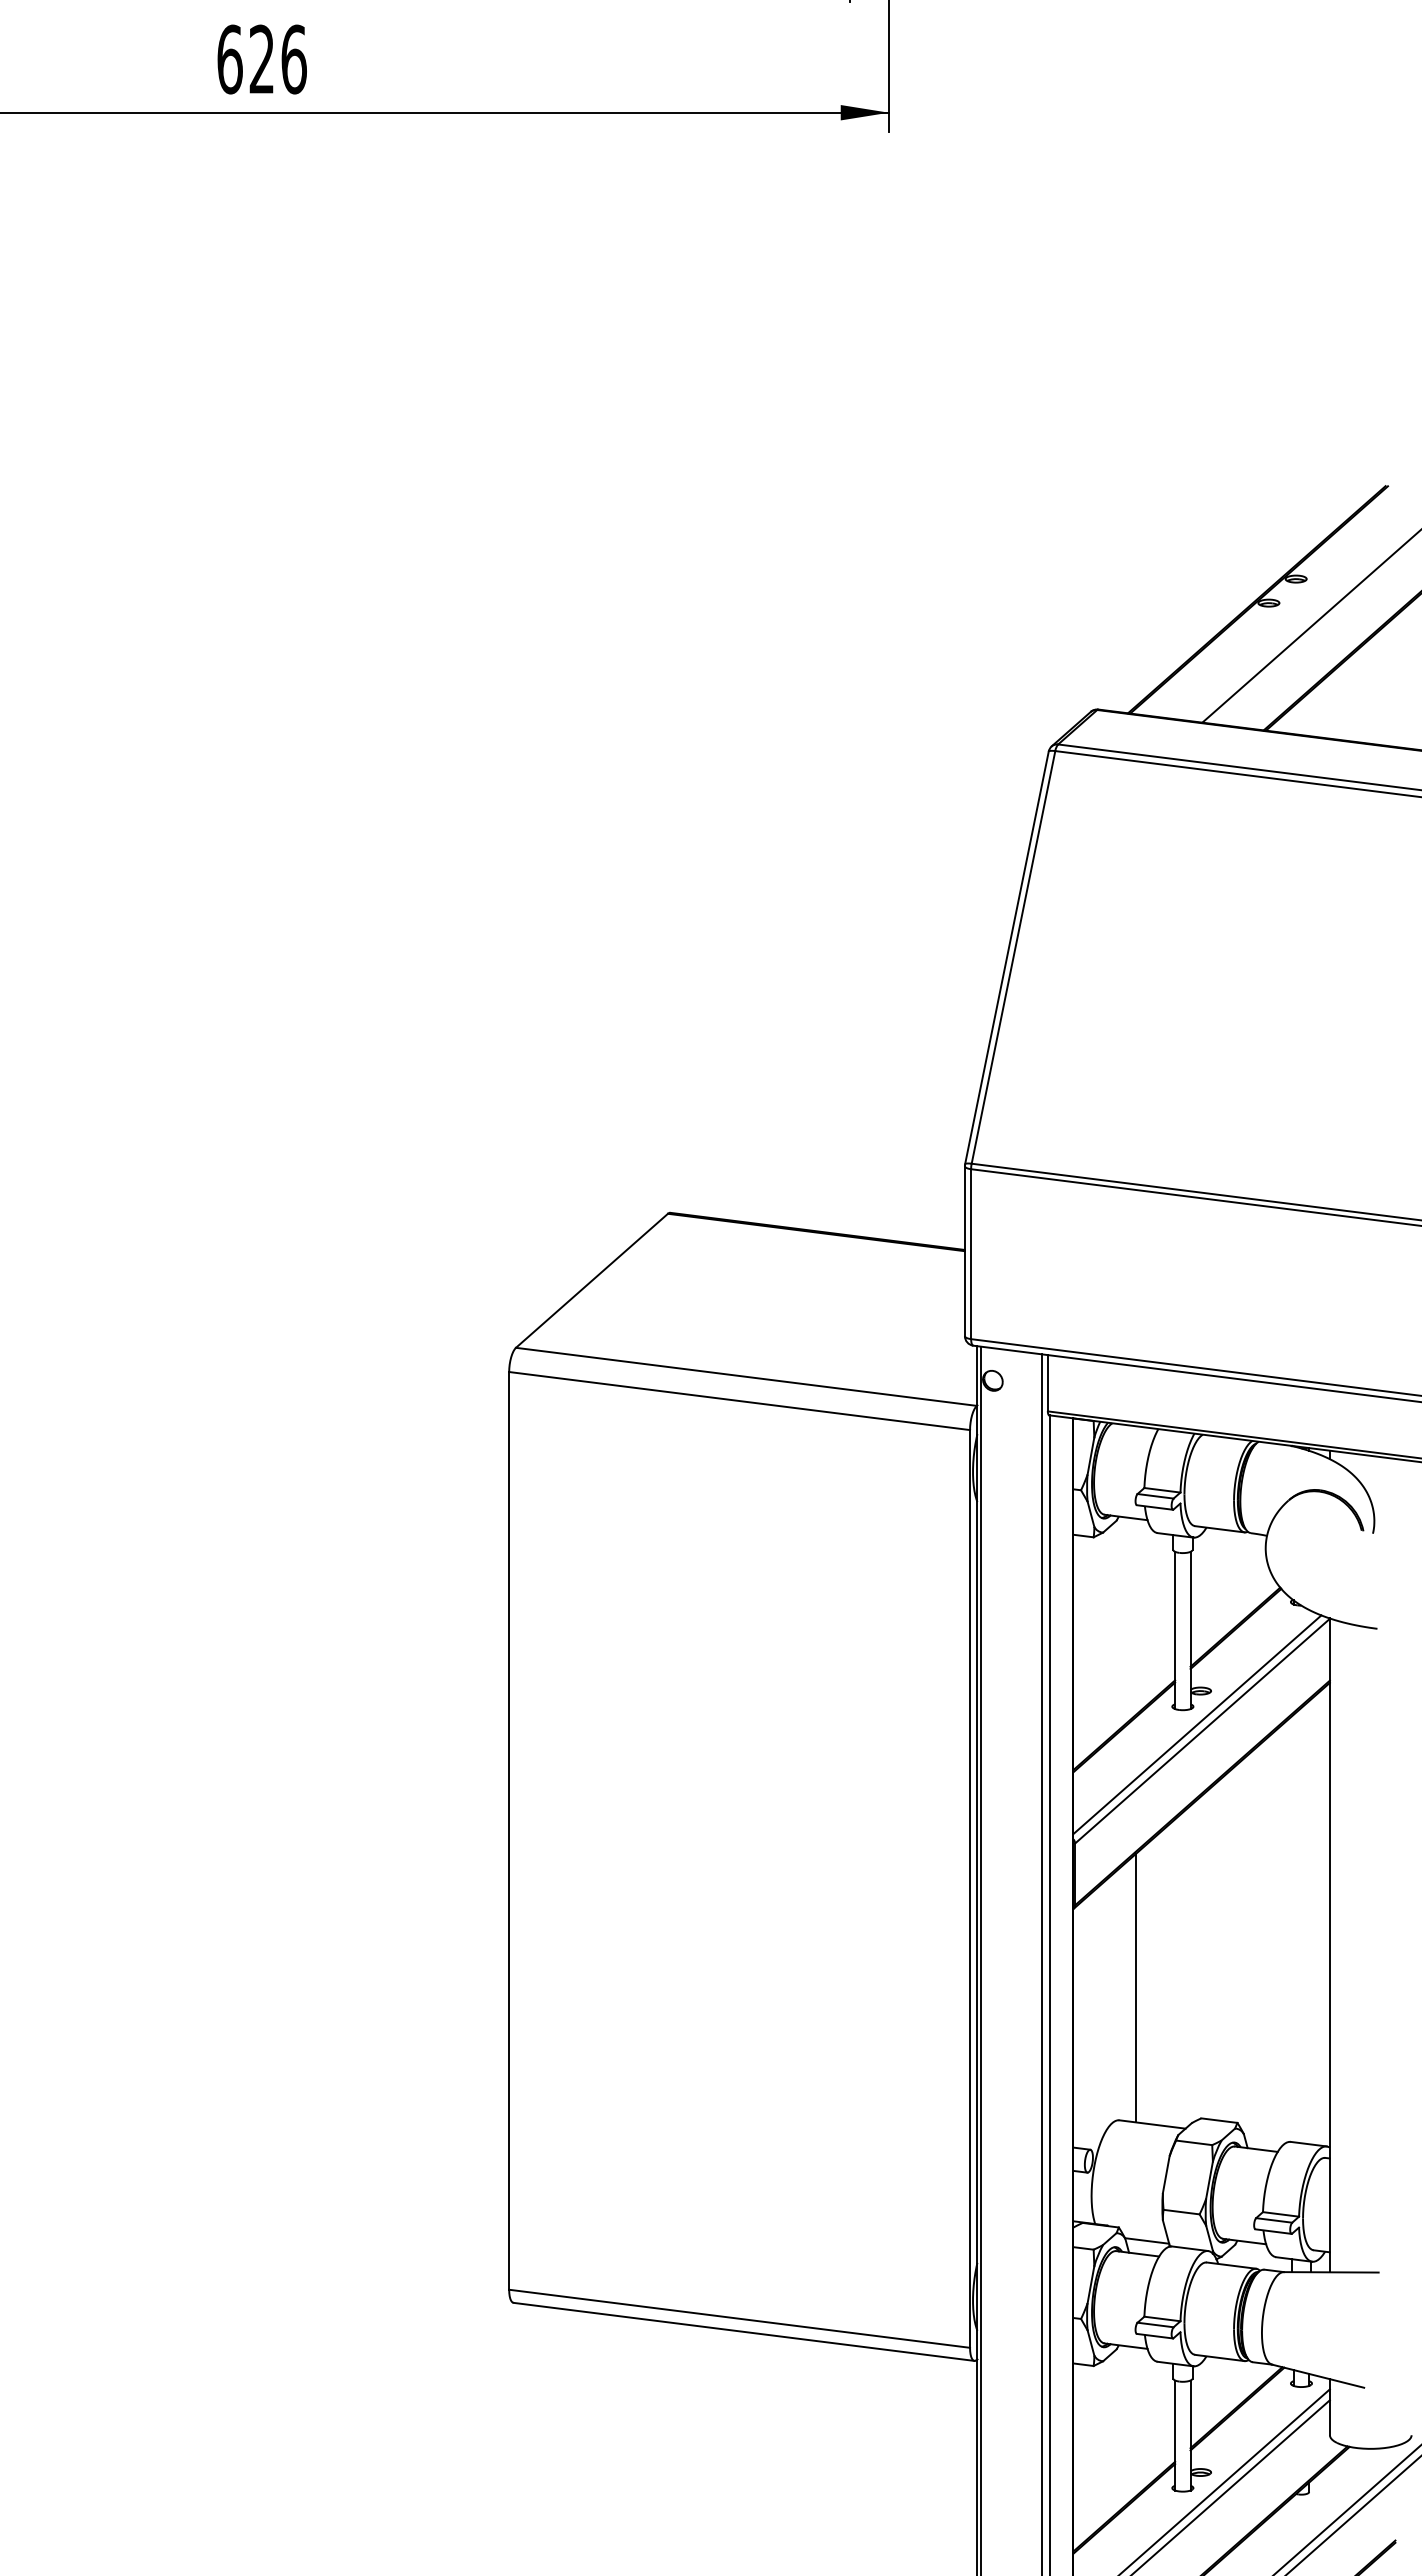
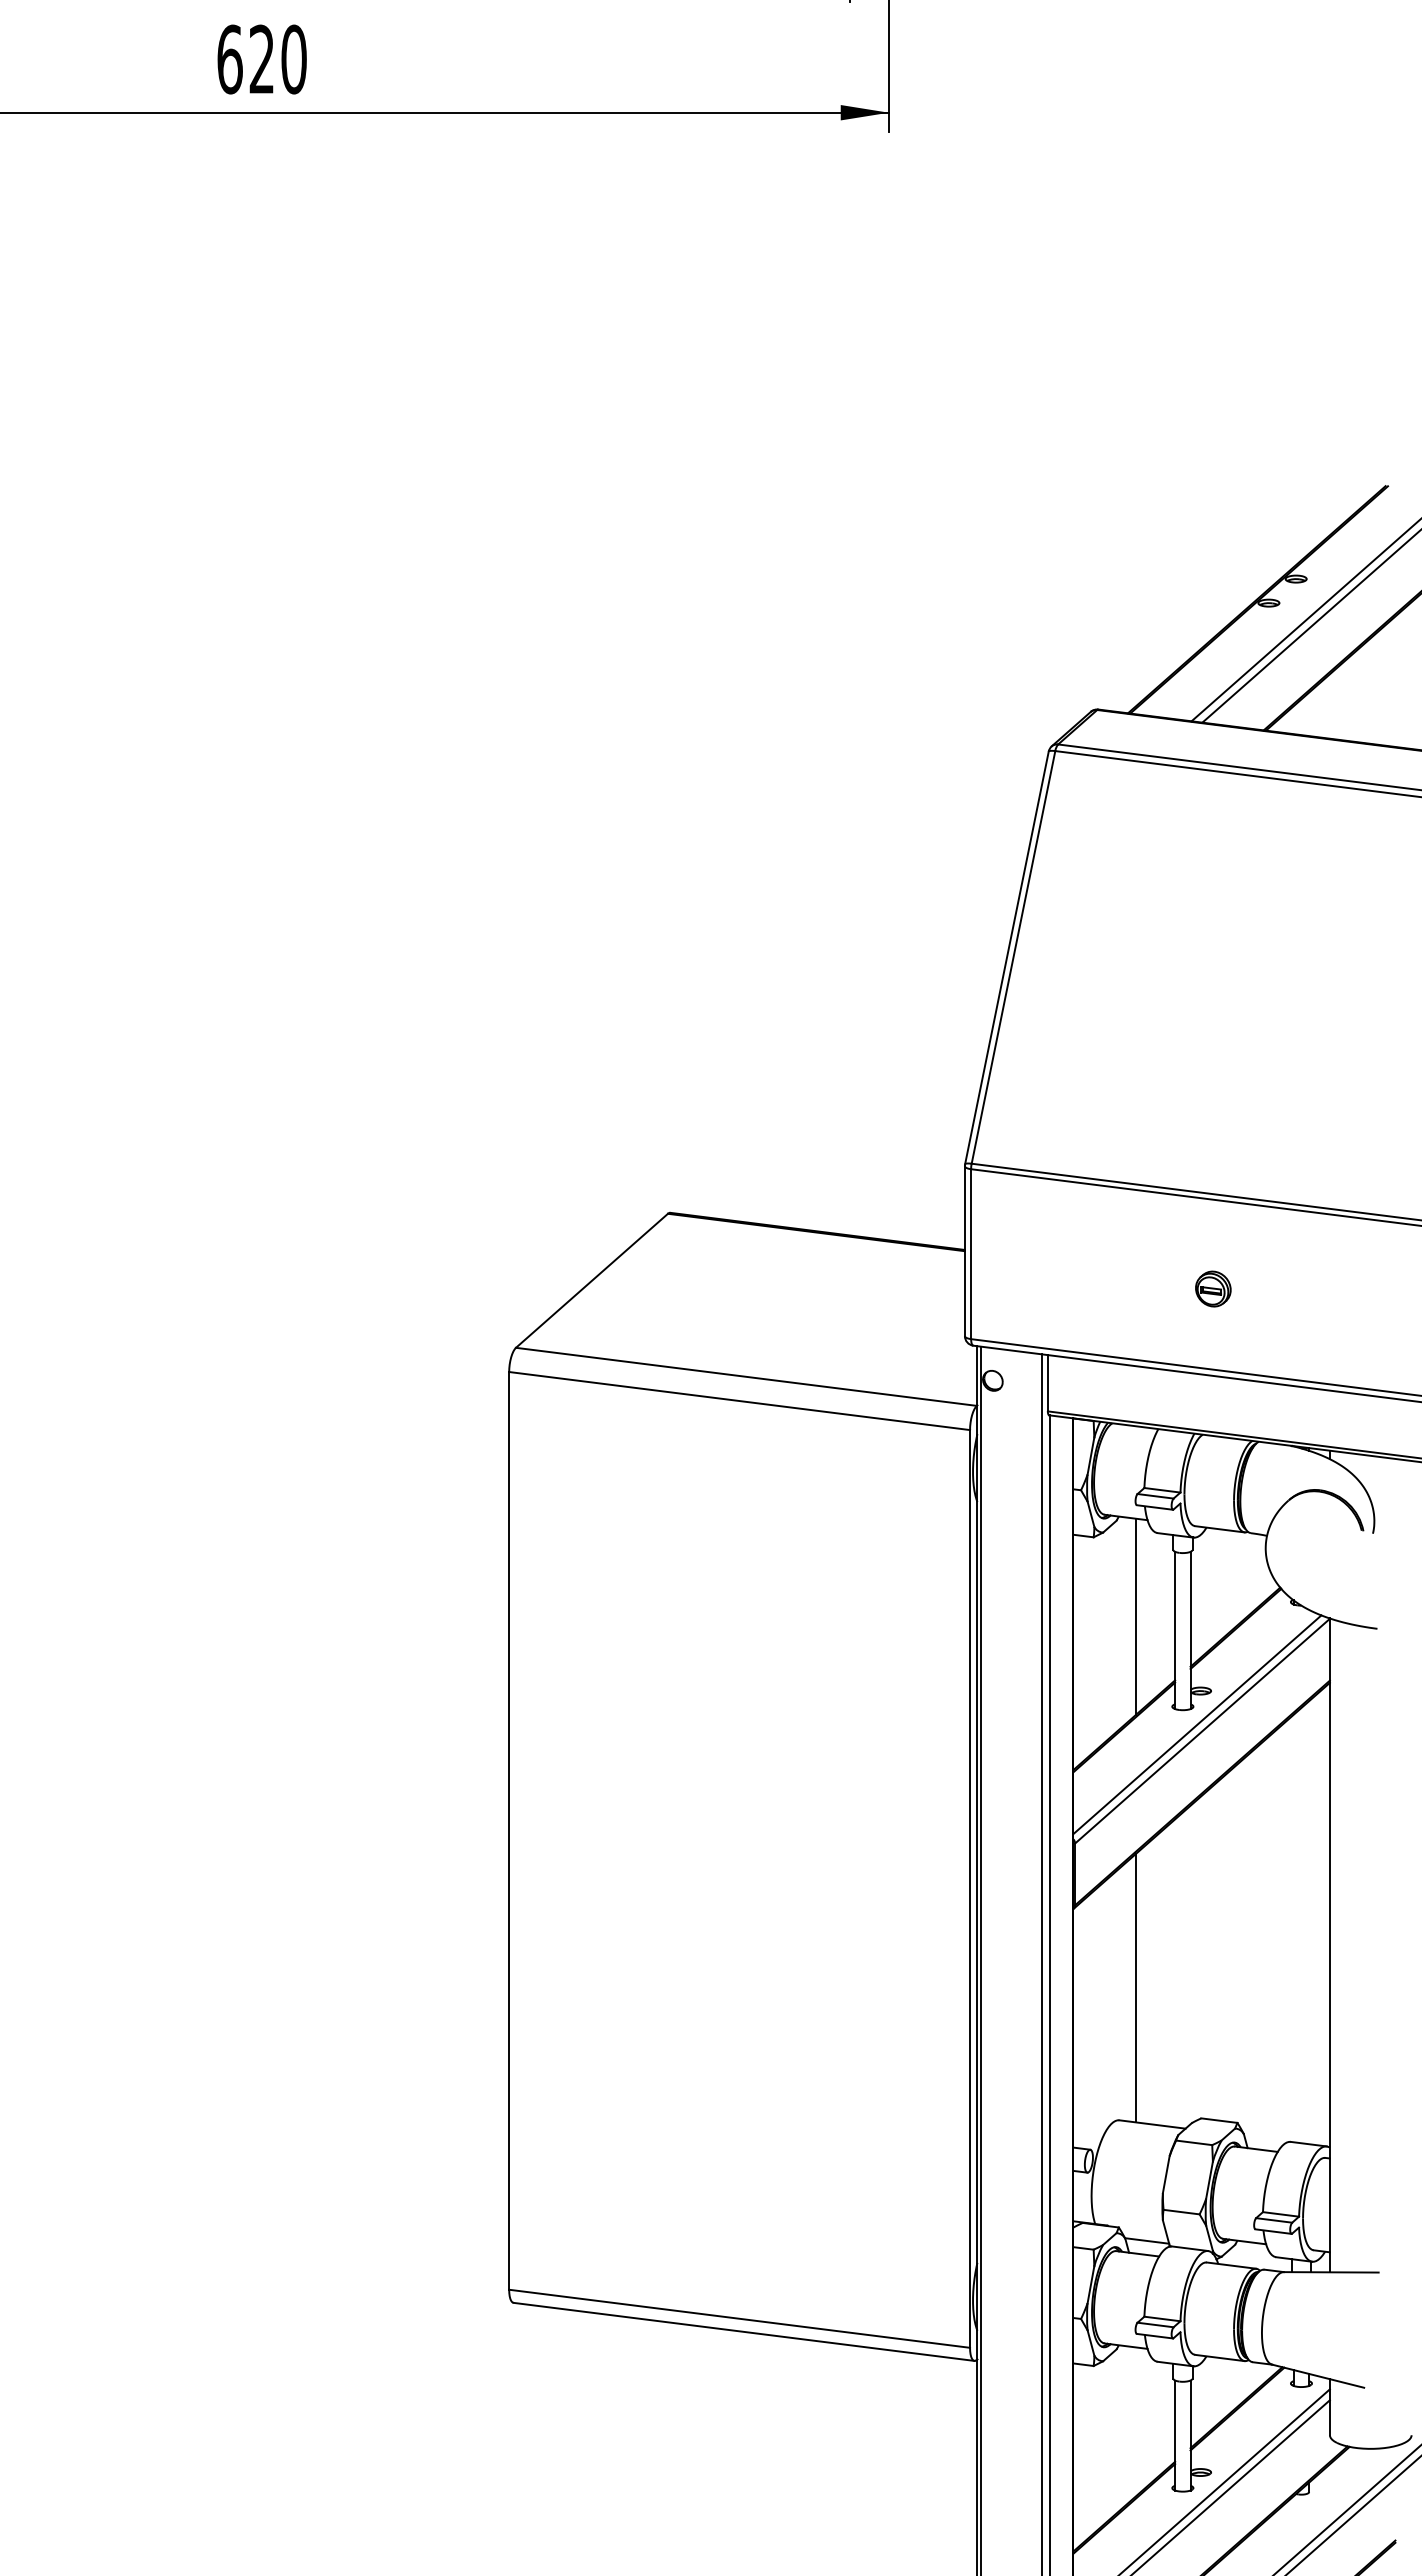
text at (293, 59): 626 -> 620
line at (1304, 621): none -> present
part at (1213, 1288): none -> present
line at (1135, 1616): none -> present
